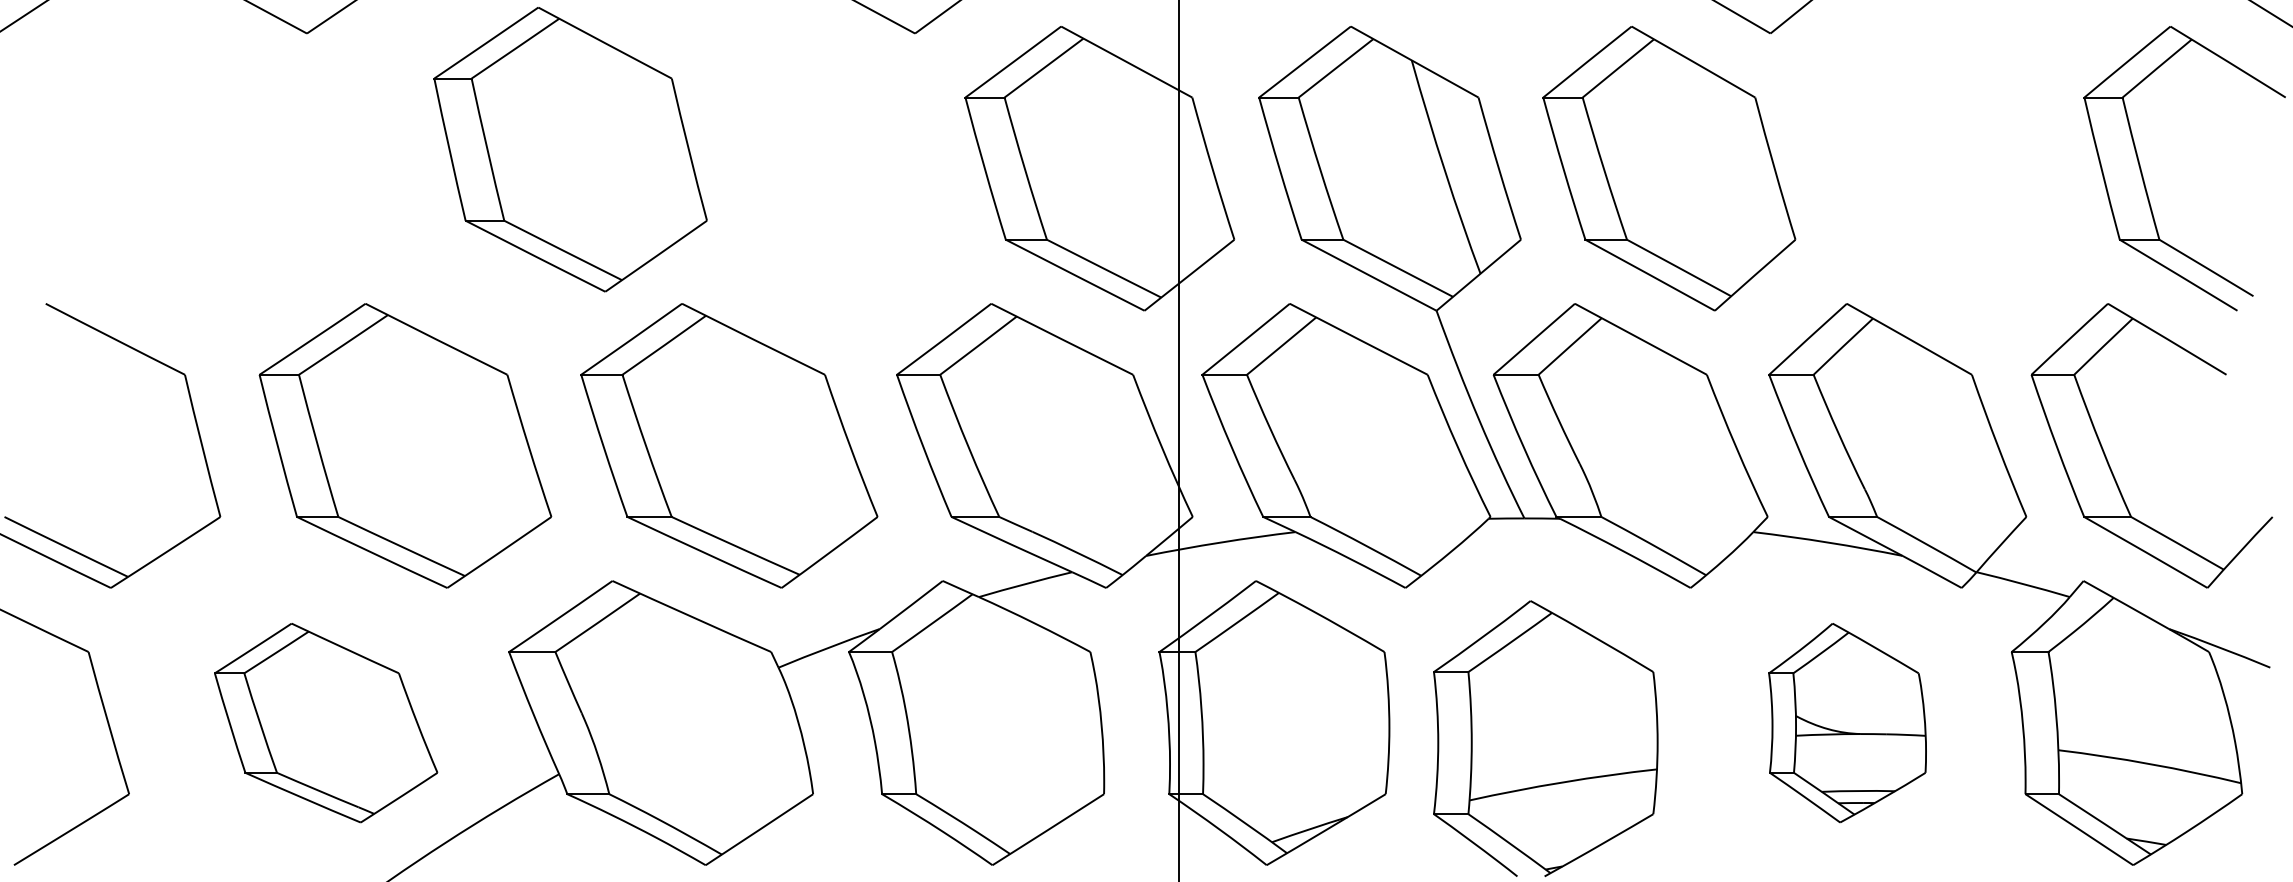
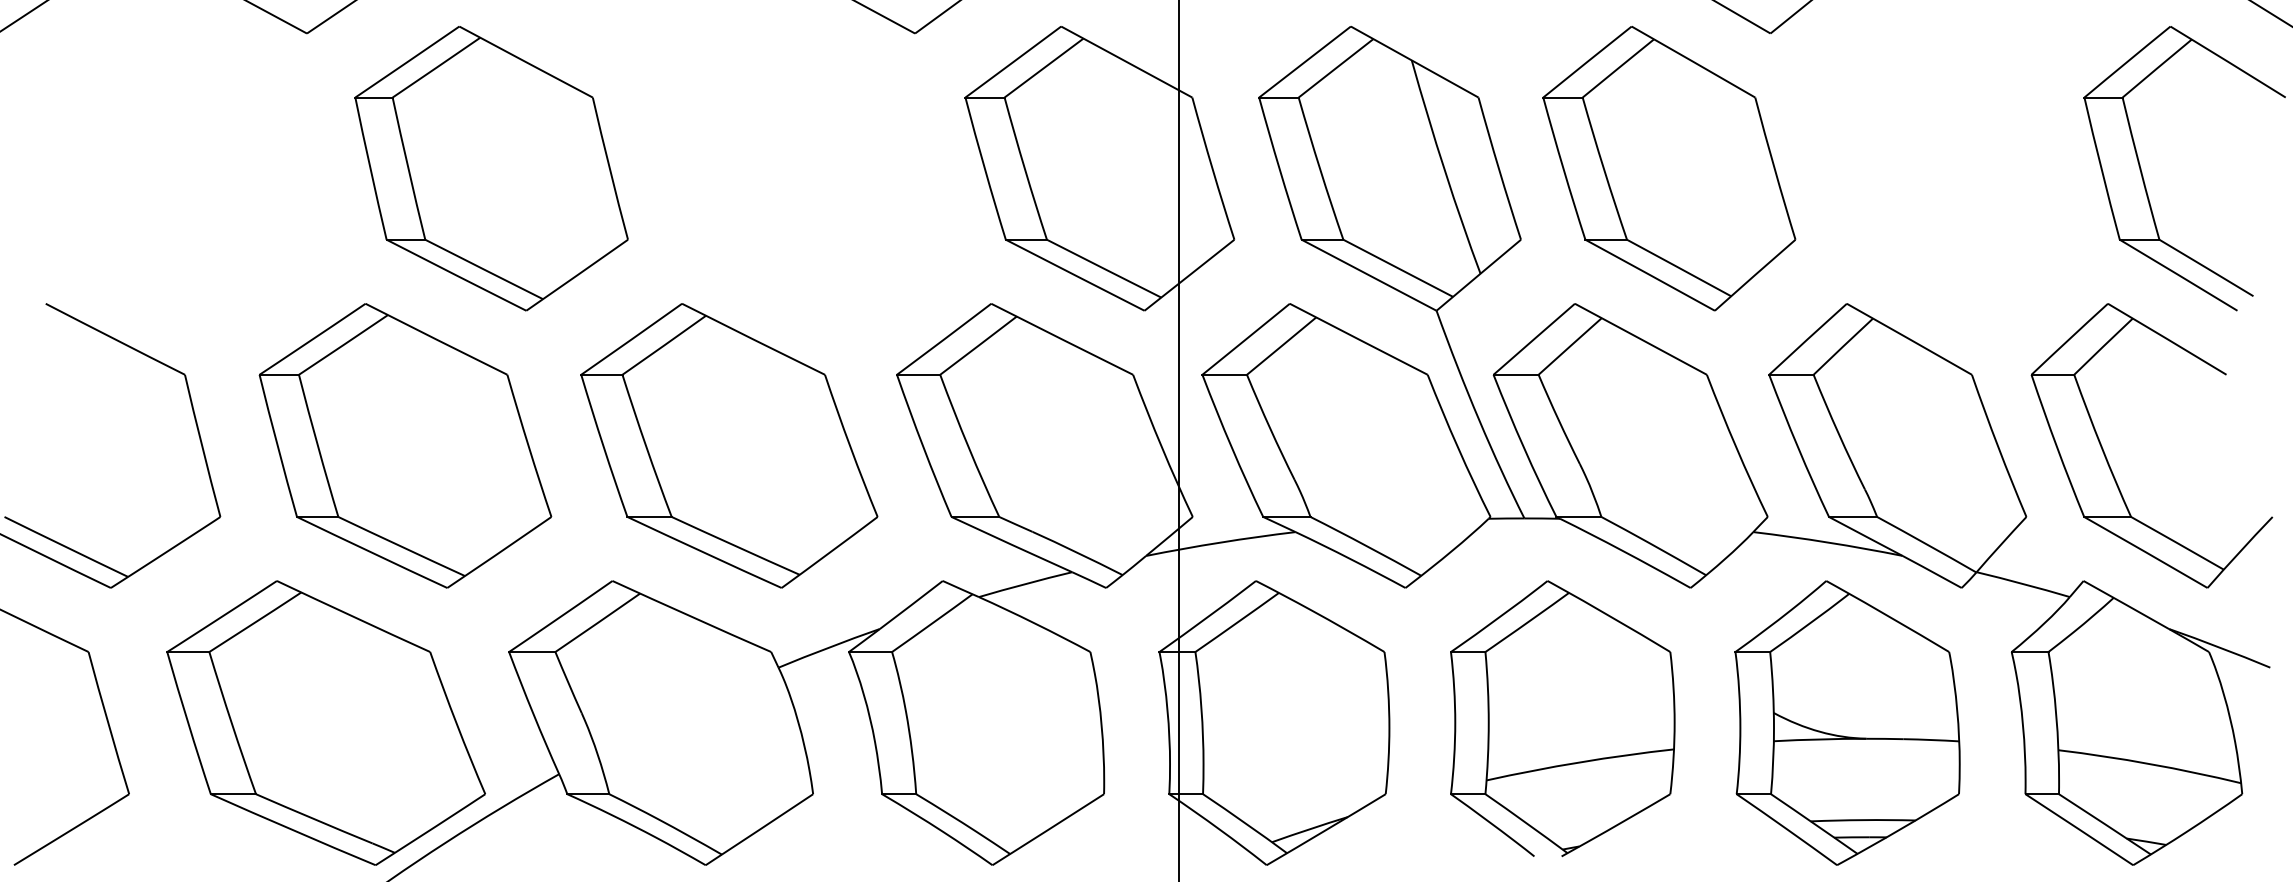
part at (570, 149) position: (570, 149) -> (491, 168)
part at (326, 723) size: 225x201 px -> 320x286 px
part at (1847, 723) size: 159x201 px -> 227x286 px
part at (1545, 738) position: (1545, 738) -> (1562, 718)
